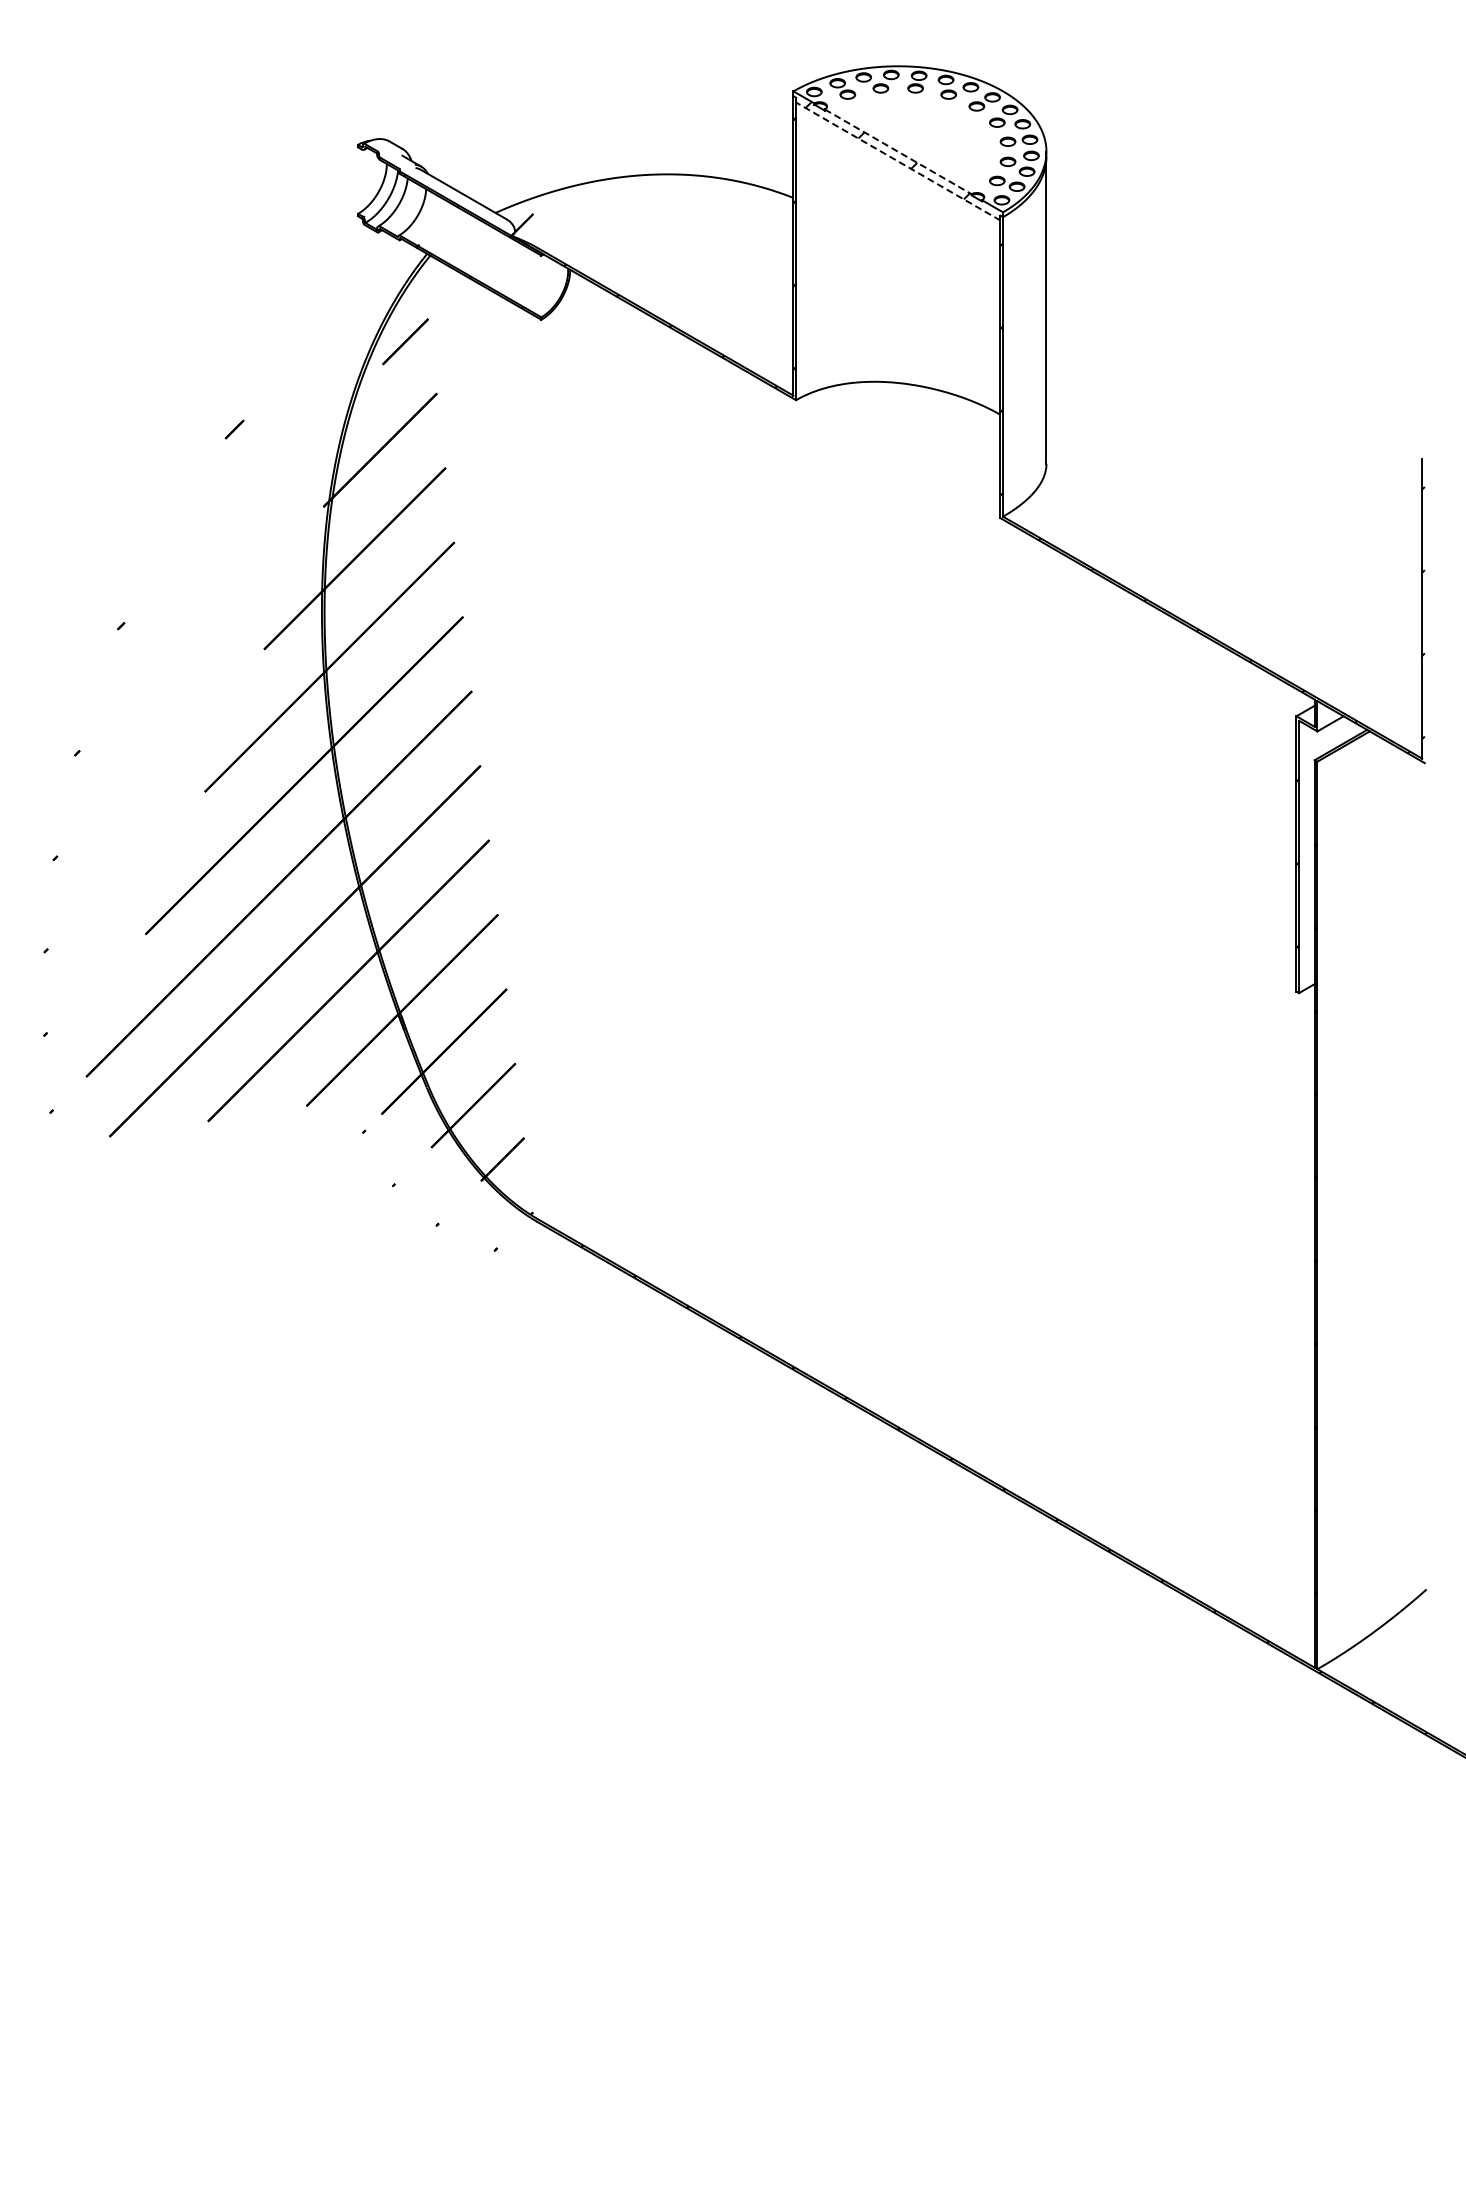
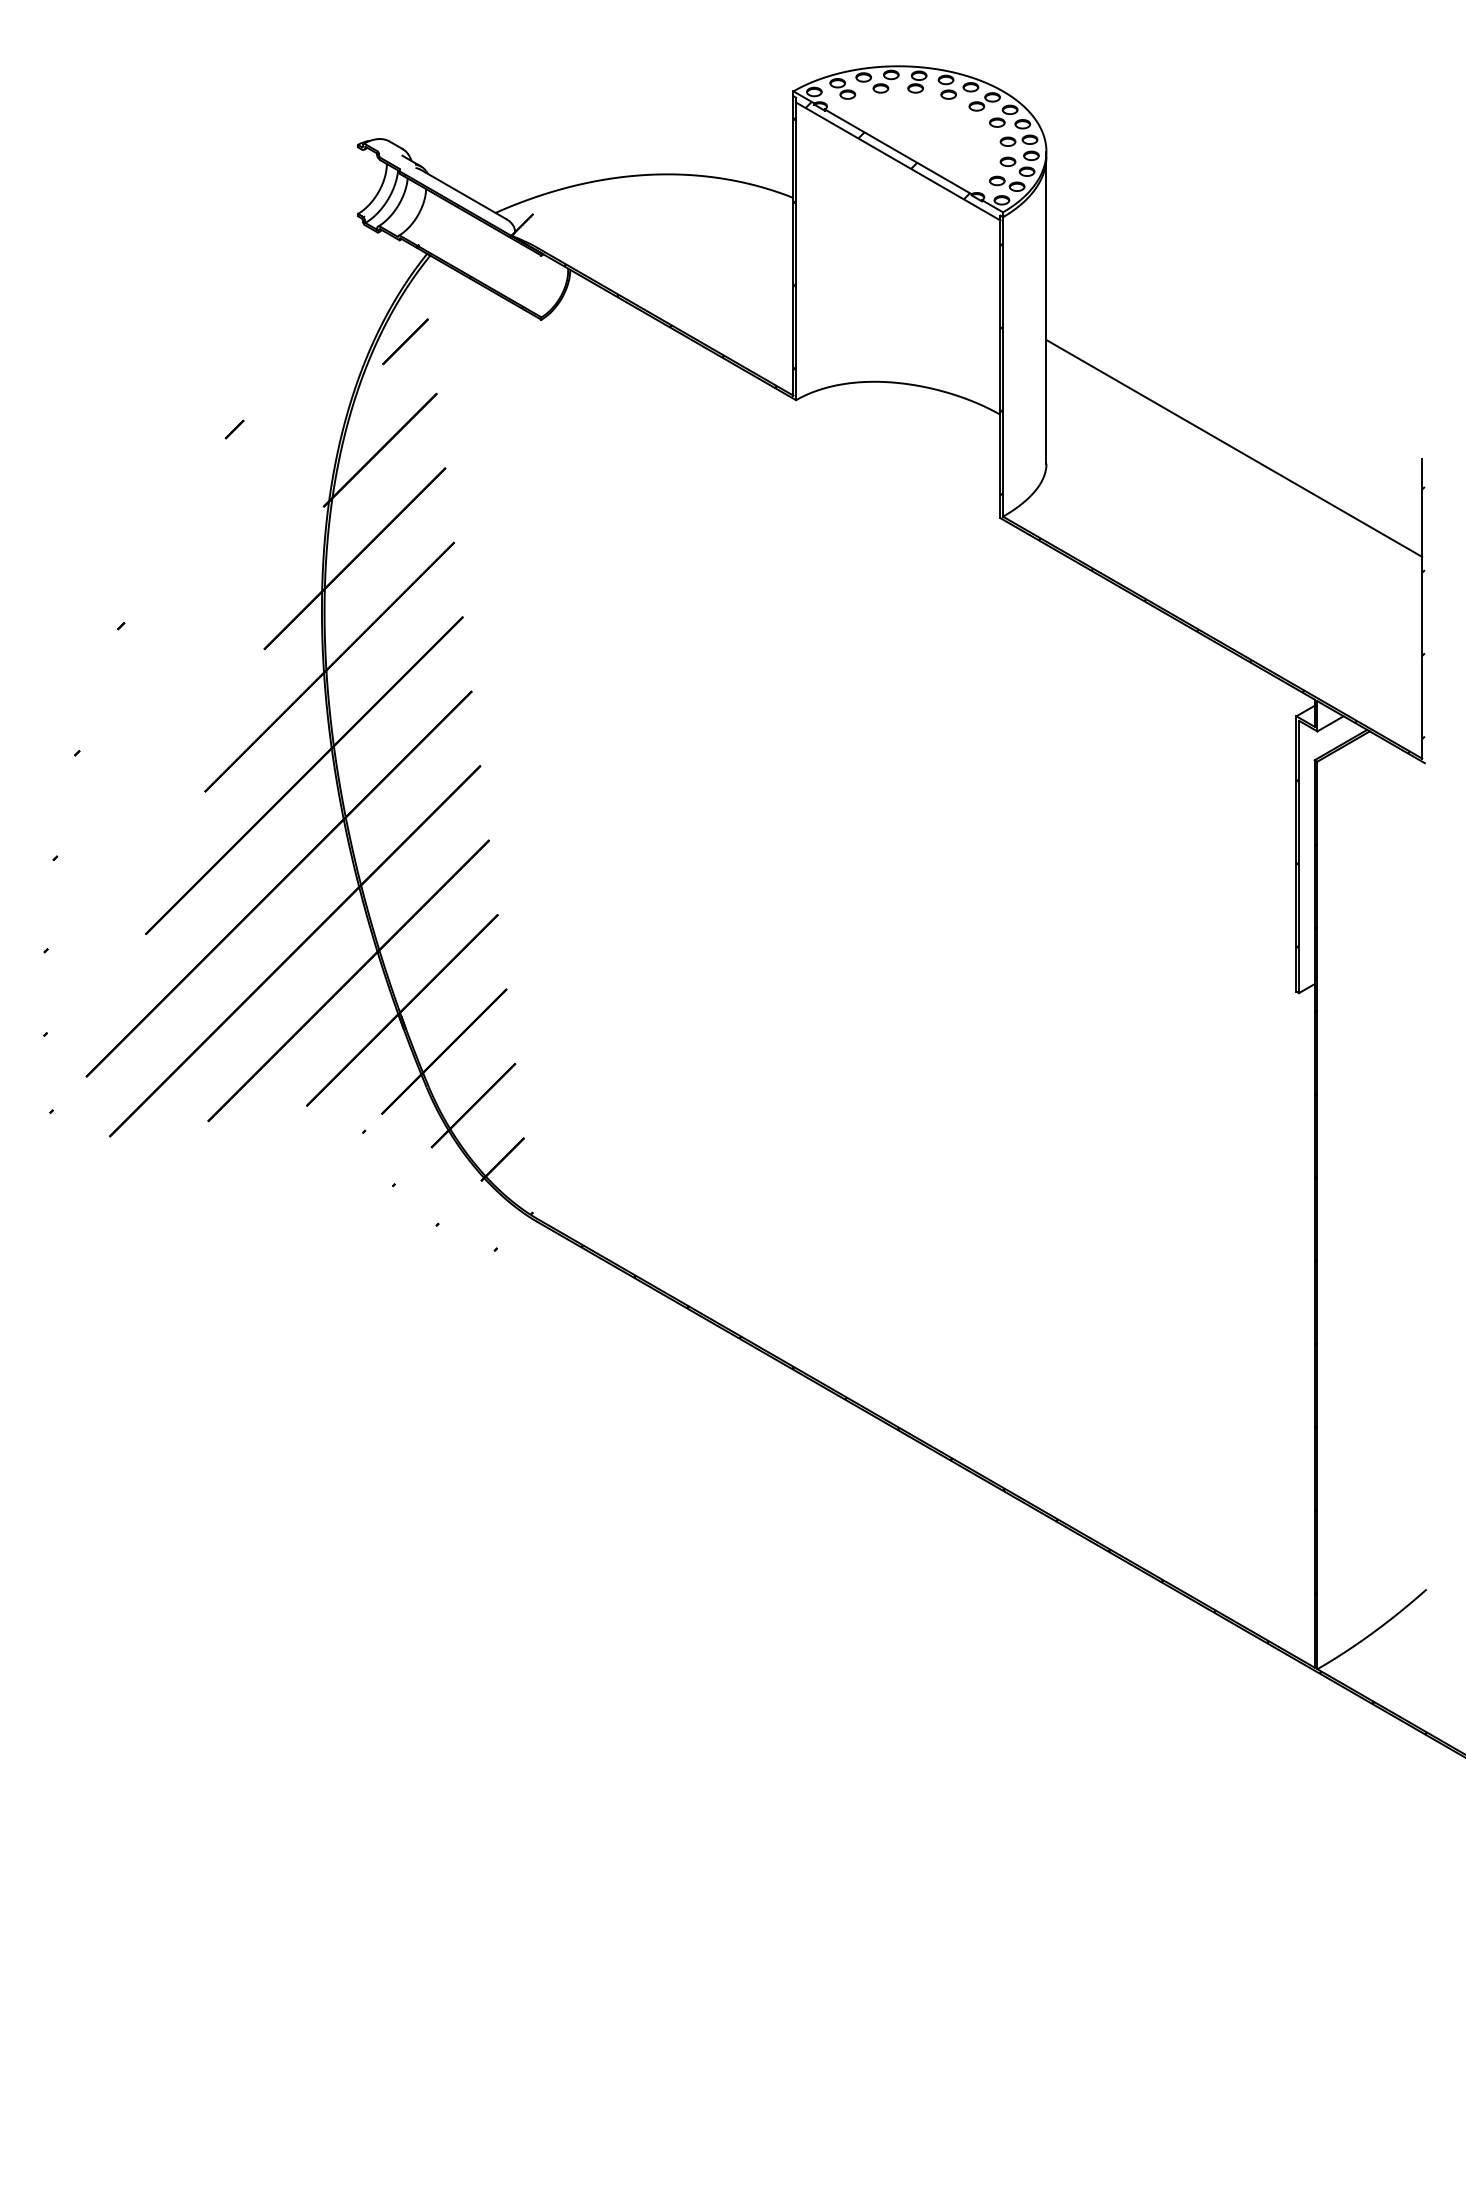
line at (898, 151): dashed -> solid
line at (898, 161): dashed -> solid
line at (1234, 448): none -> present
